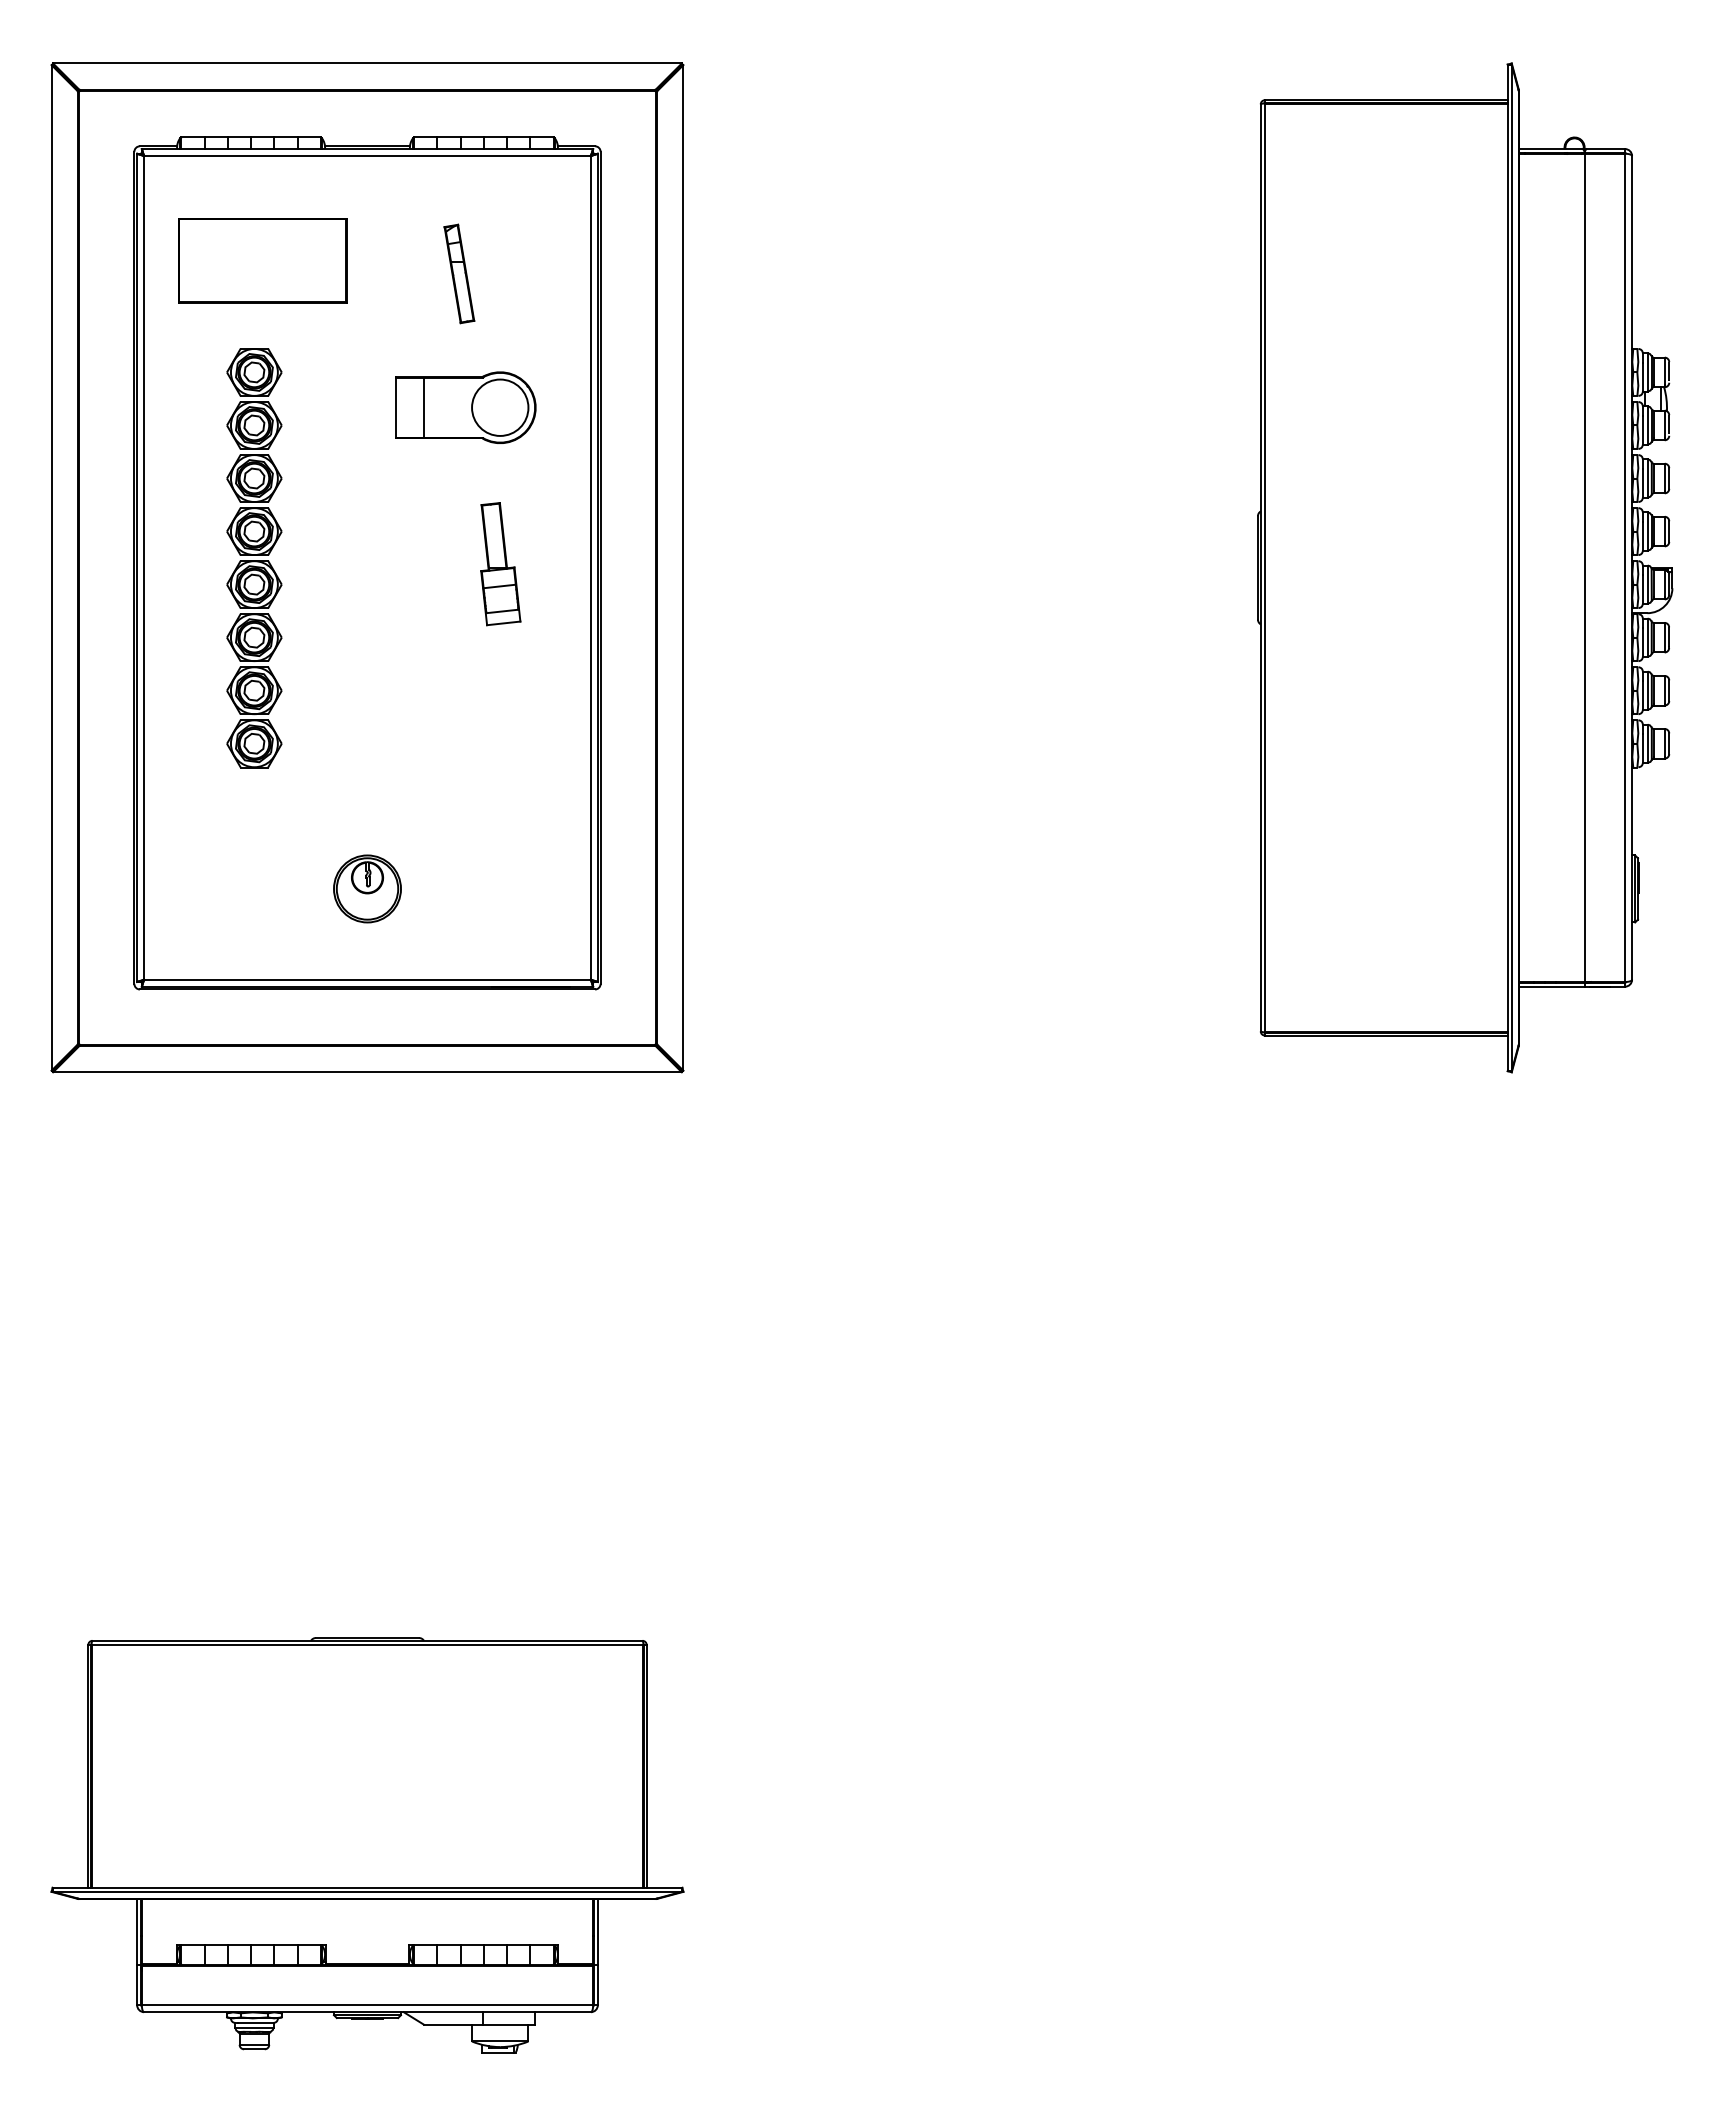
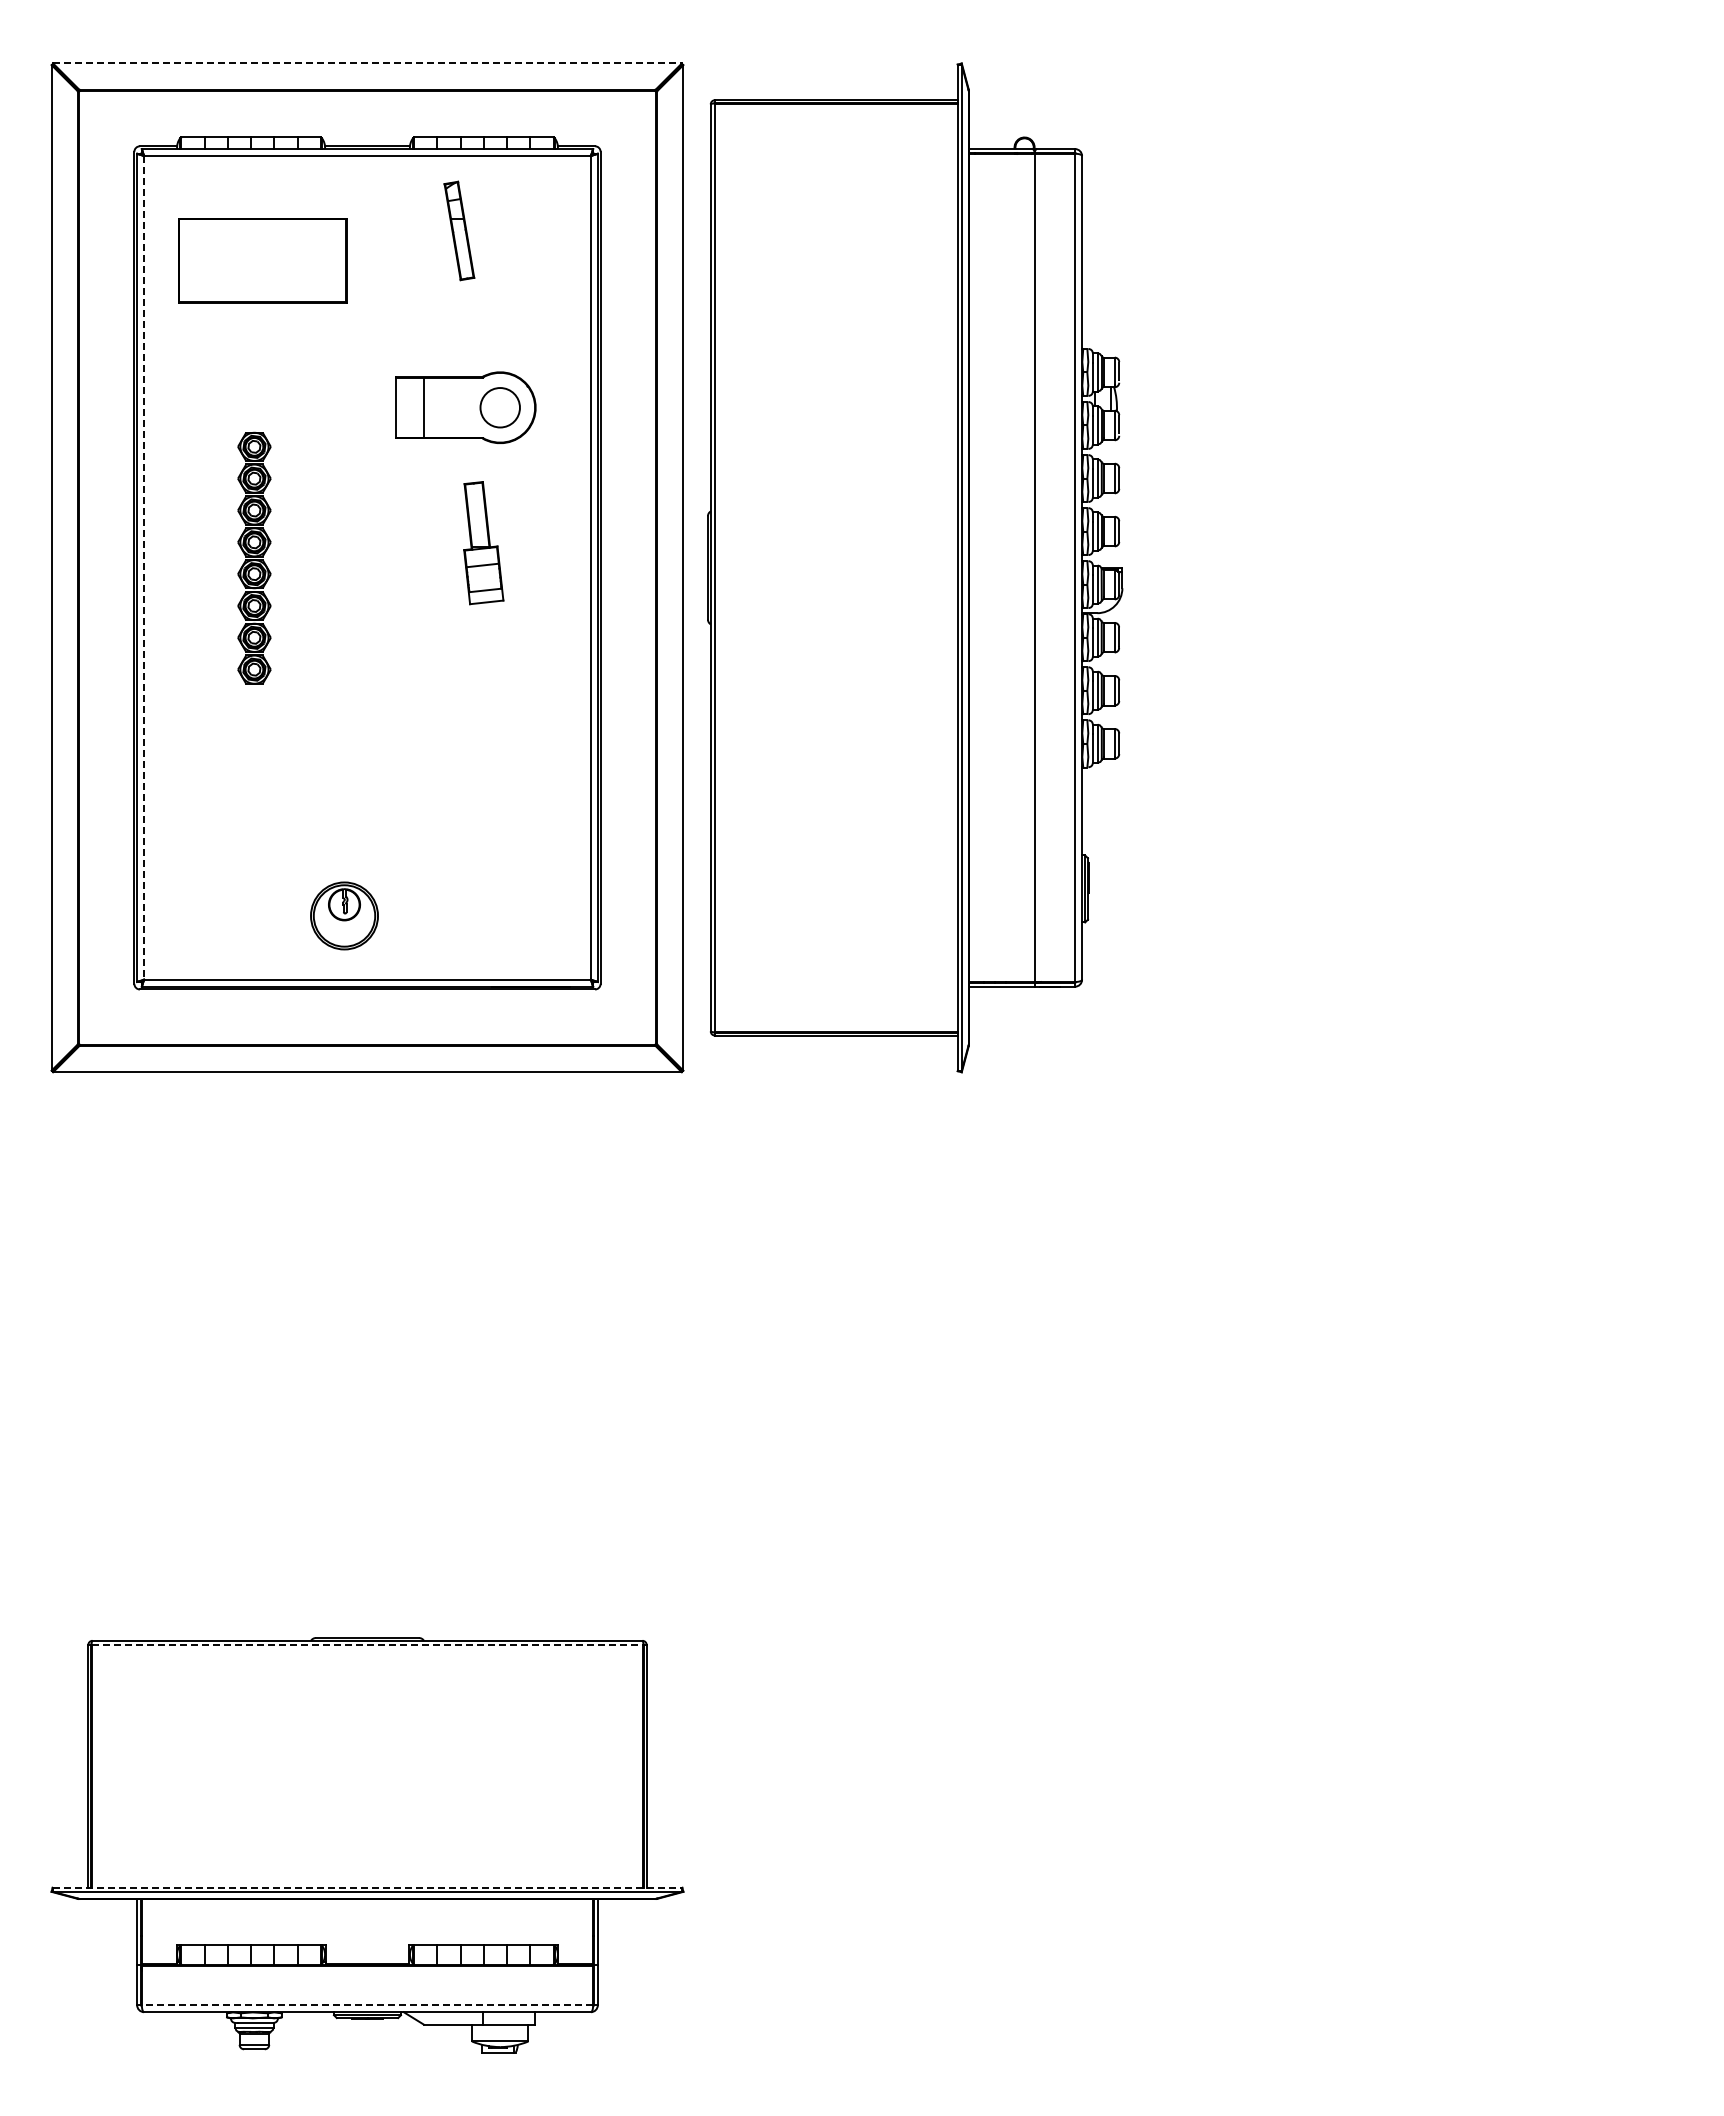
line at (368, 63): solid -> dashed
part at (459, 273) position: (459, 273) -> (459, 230)
circle at (500, 407) diameter: 56 px -> 39 px
part at (254, 558) size: 57x421 px -> 35x254 px
part at (500, 564) position: (500, 564) -> (483, 543)
line at (144, 567): solid -> dashed
part at (1465, 567) position: (1465, 567) -> (915, 567)
part at (367, 888) position: (367, 888) -> (344, 915)
line at (367, 1645): solid -> dashed
line at (368, 1887): solid -> dashed
line at (367, 2005): solid -> dashed
